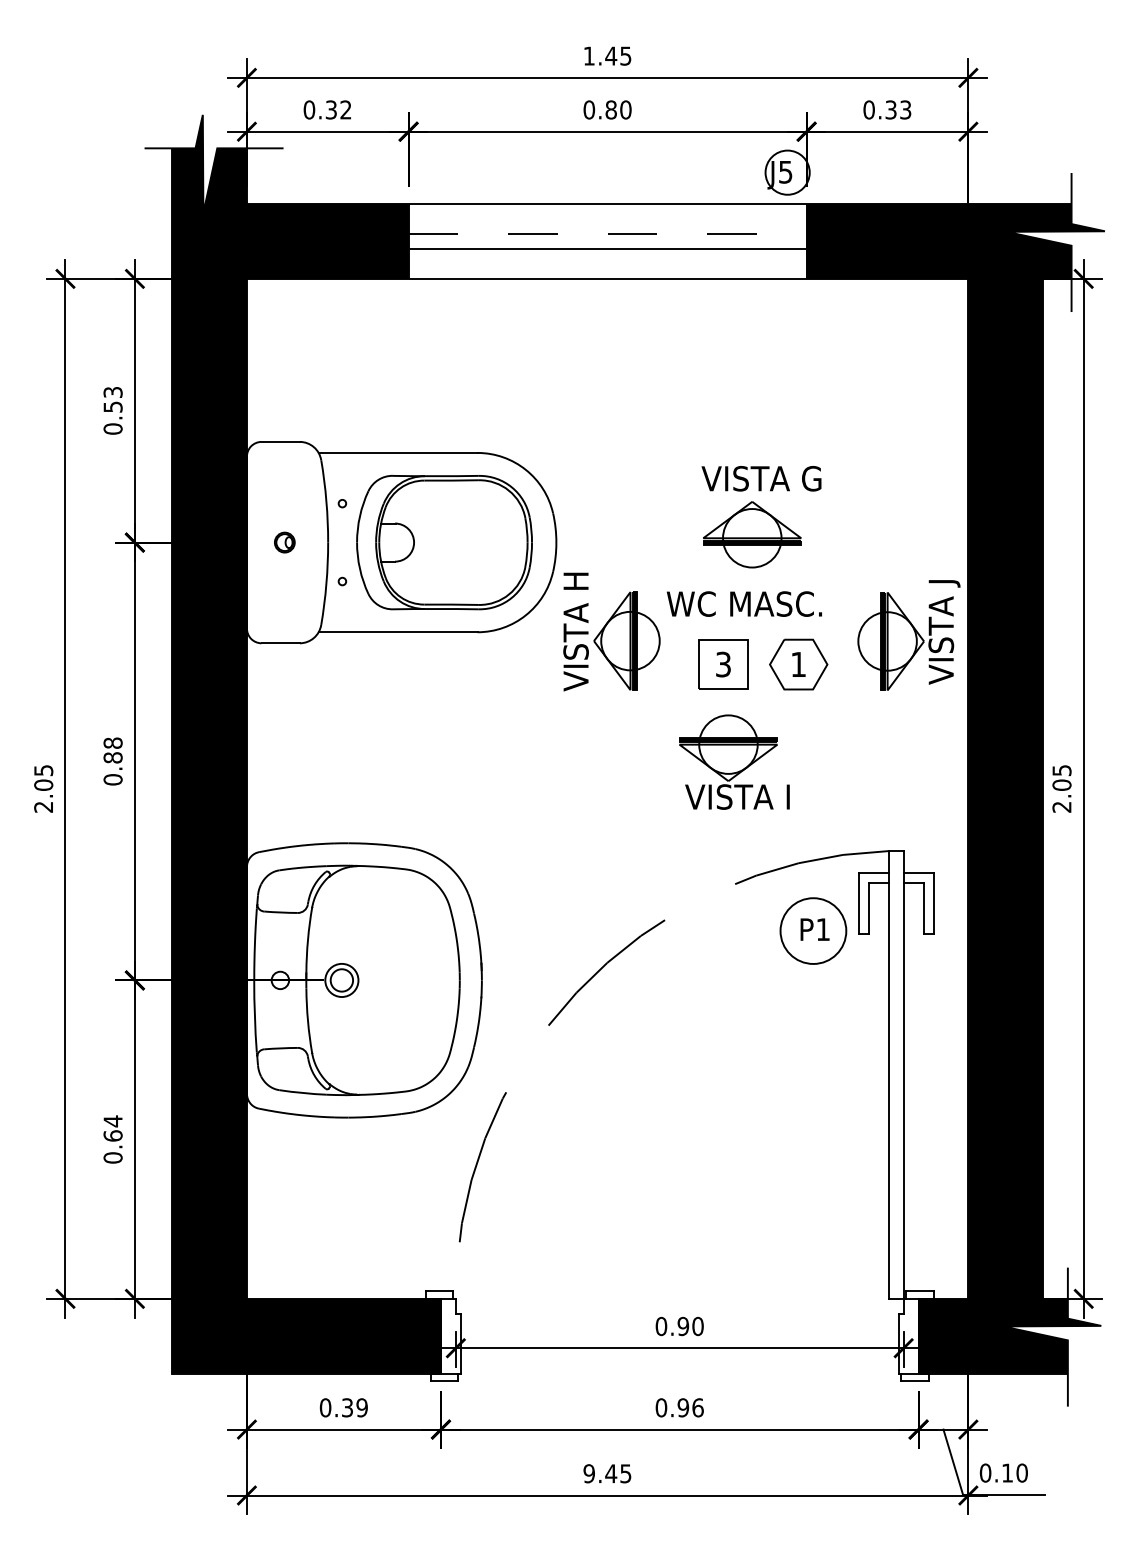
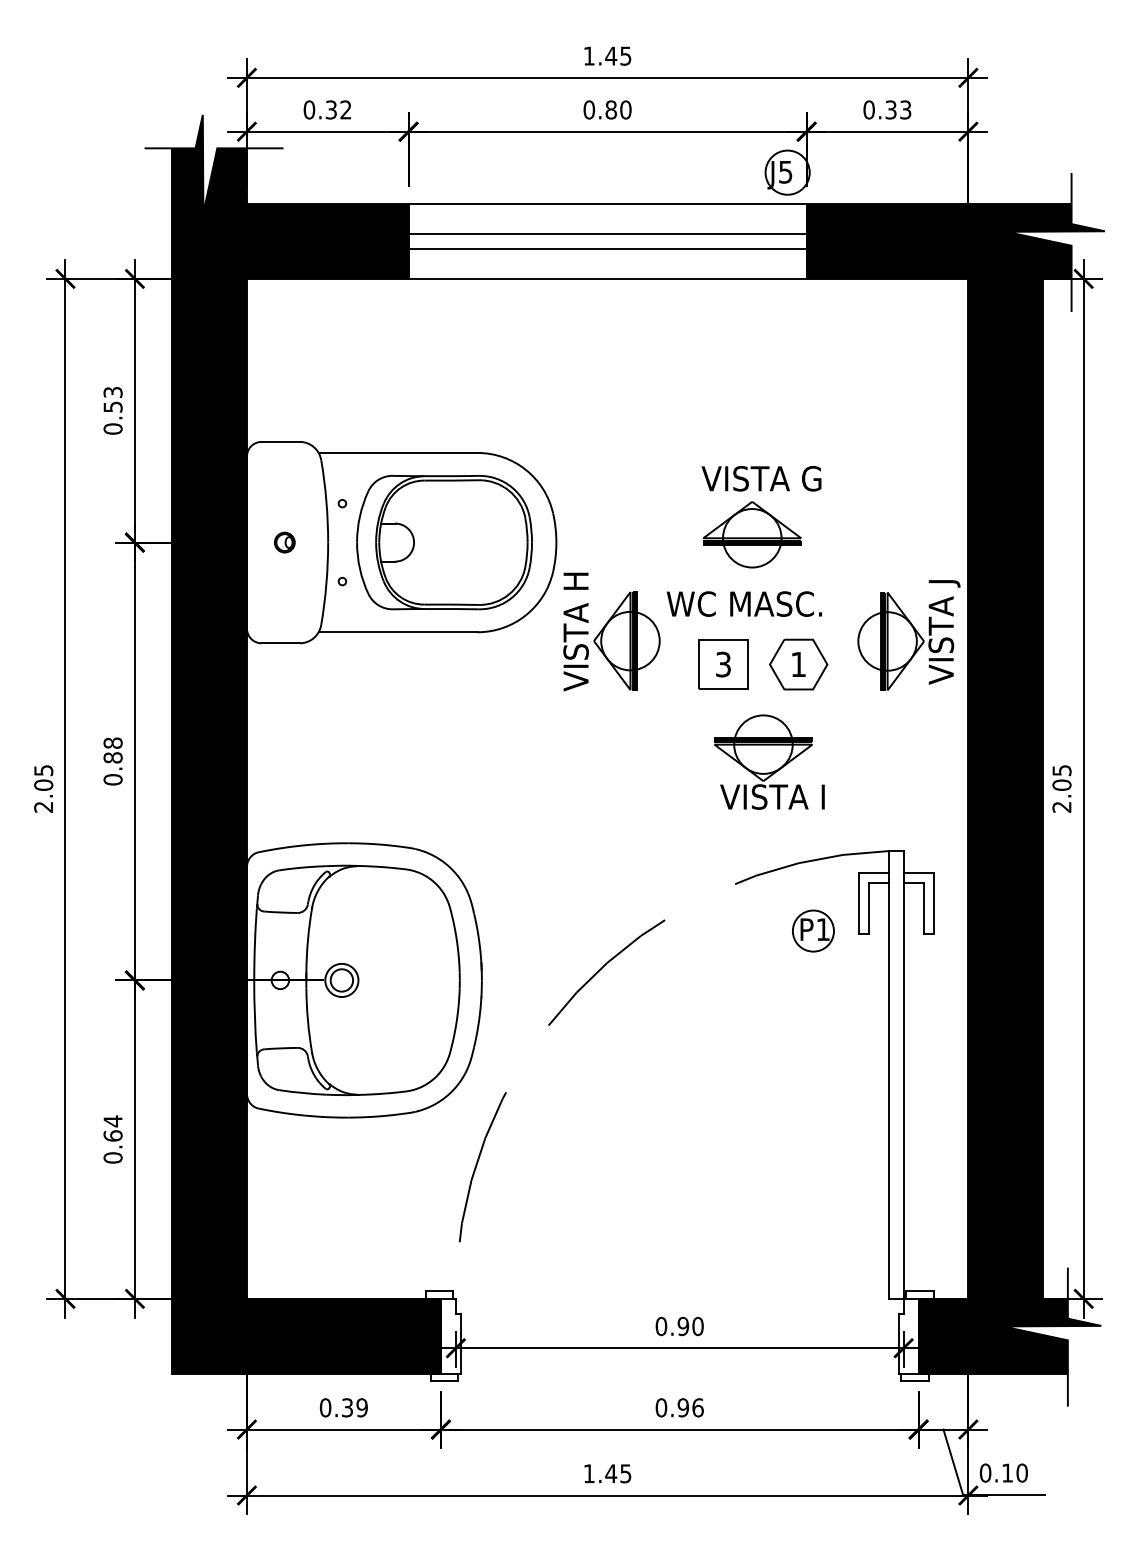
line at (608, 234): dashed -> solid
part at (734, 761) position: (734, 761) -> (769, 761)
circle at (813, 930) diameter: 66 px -> 41 px
text at (588, 1473): 9.45 -> 1.45
